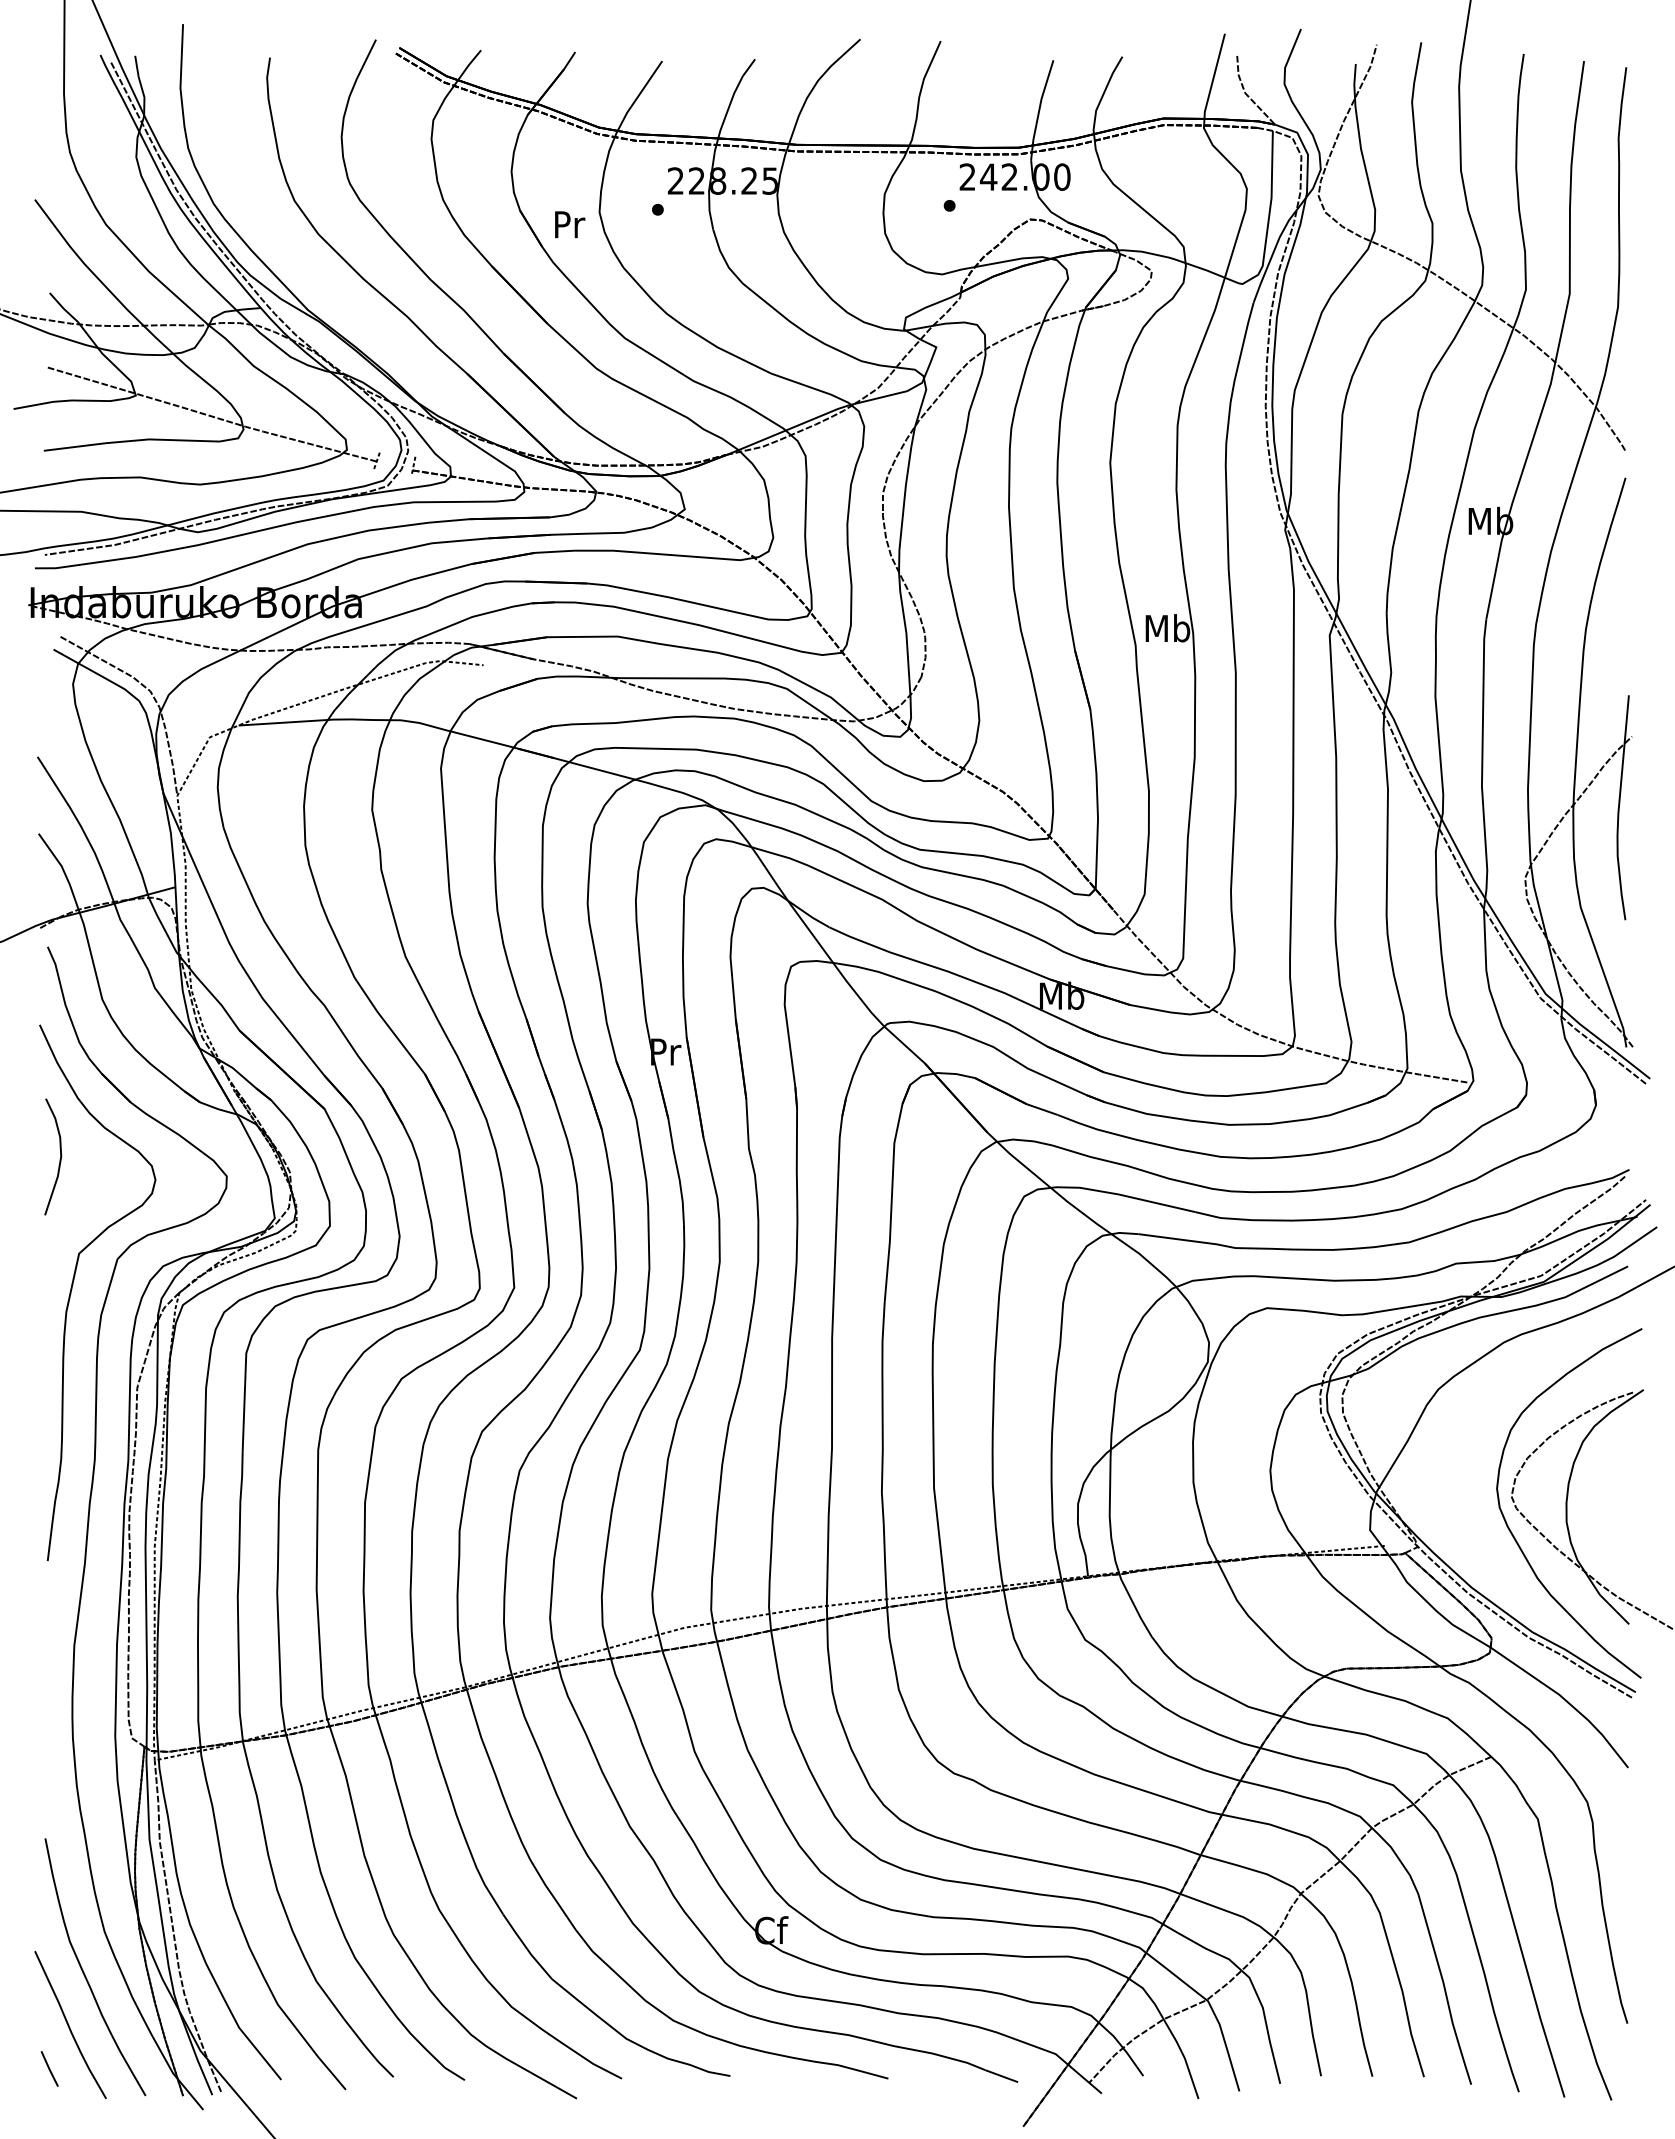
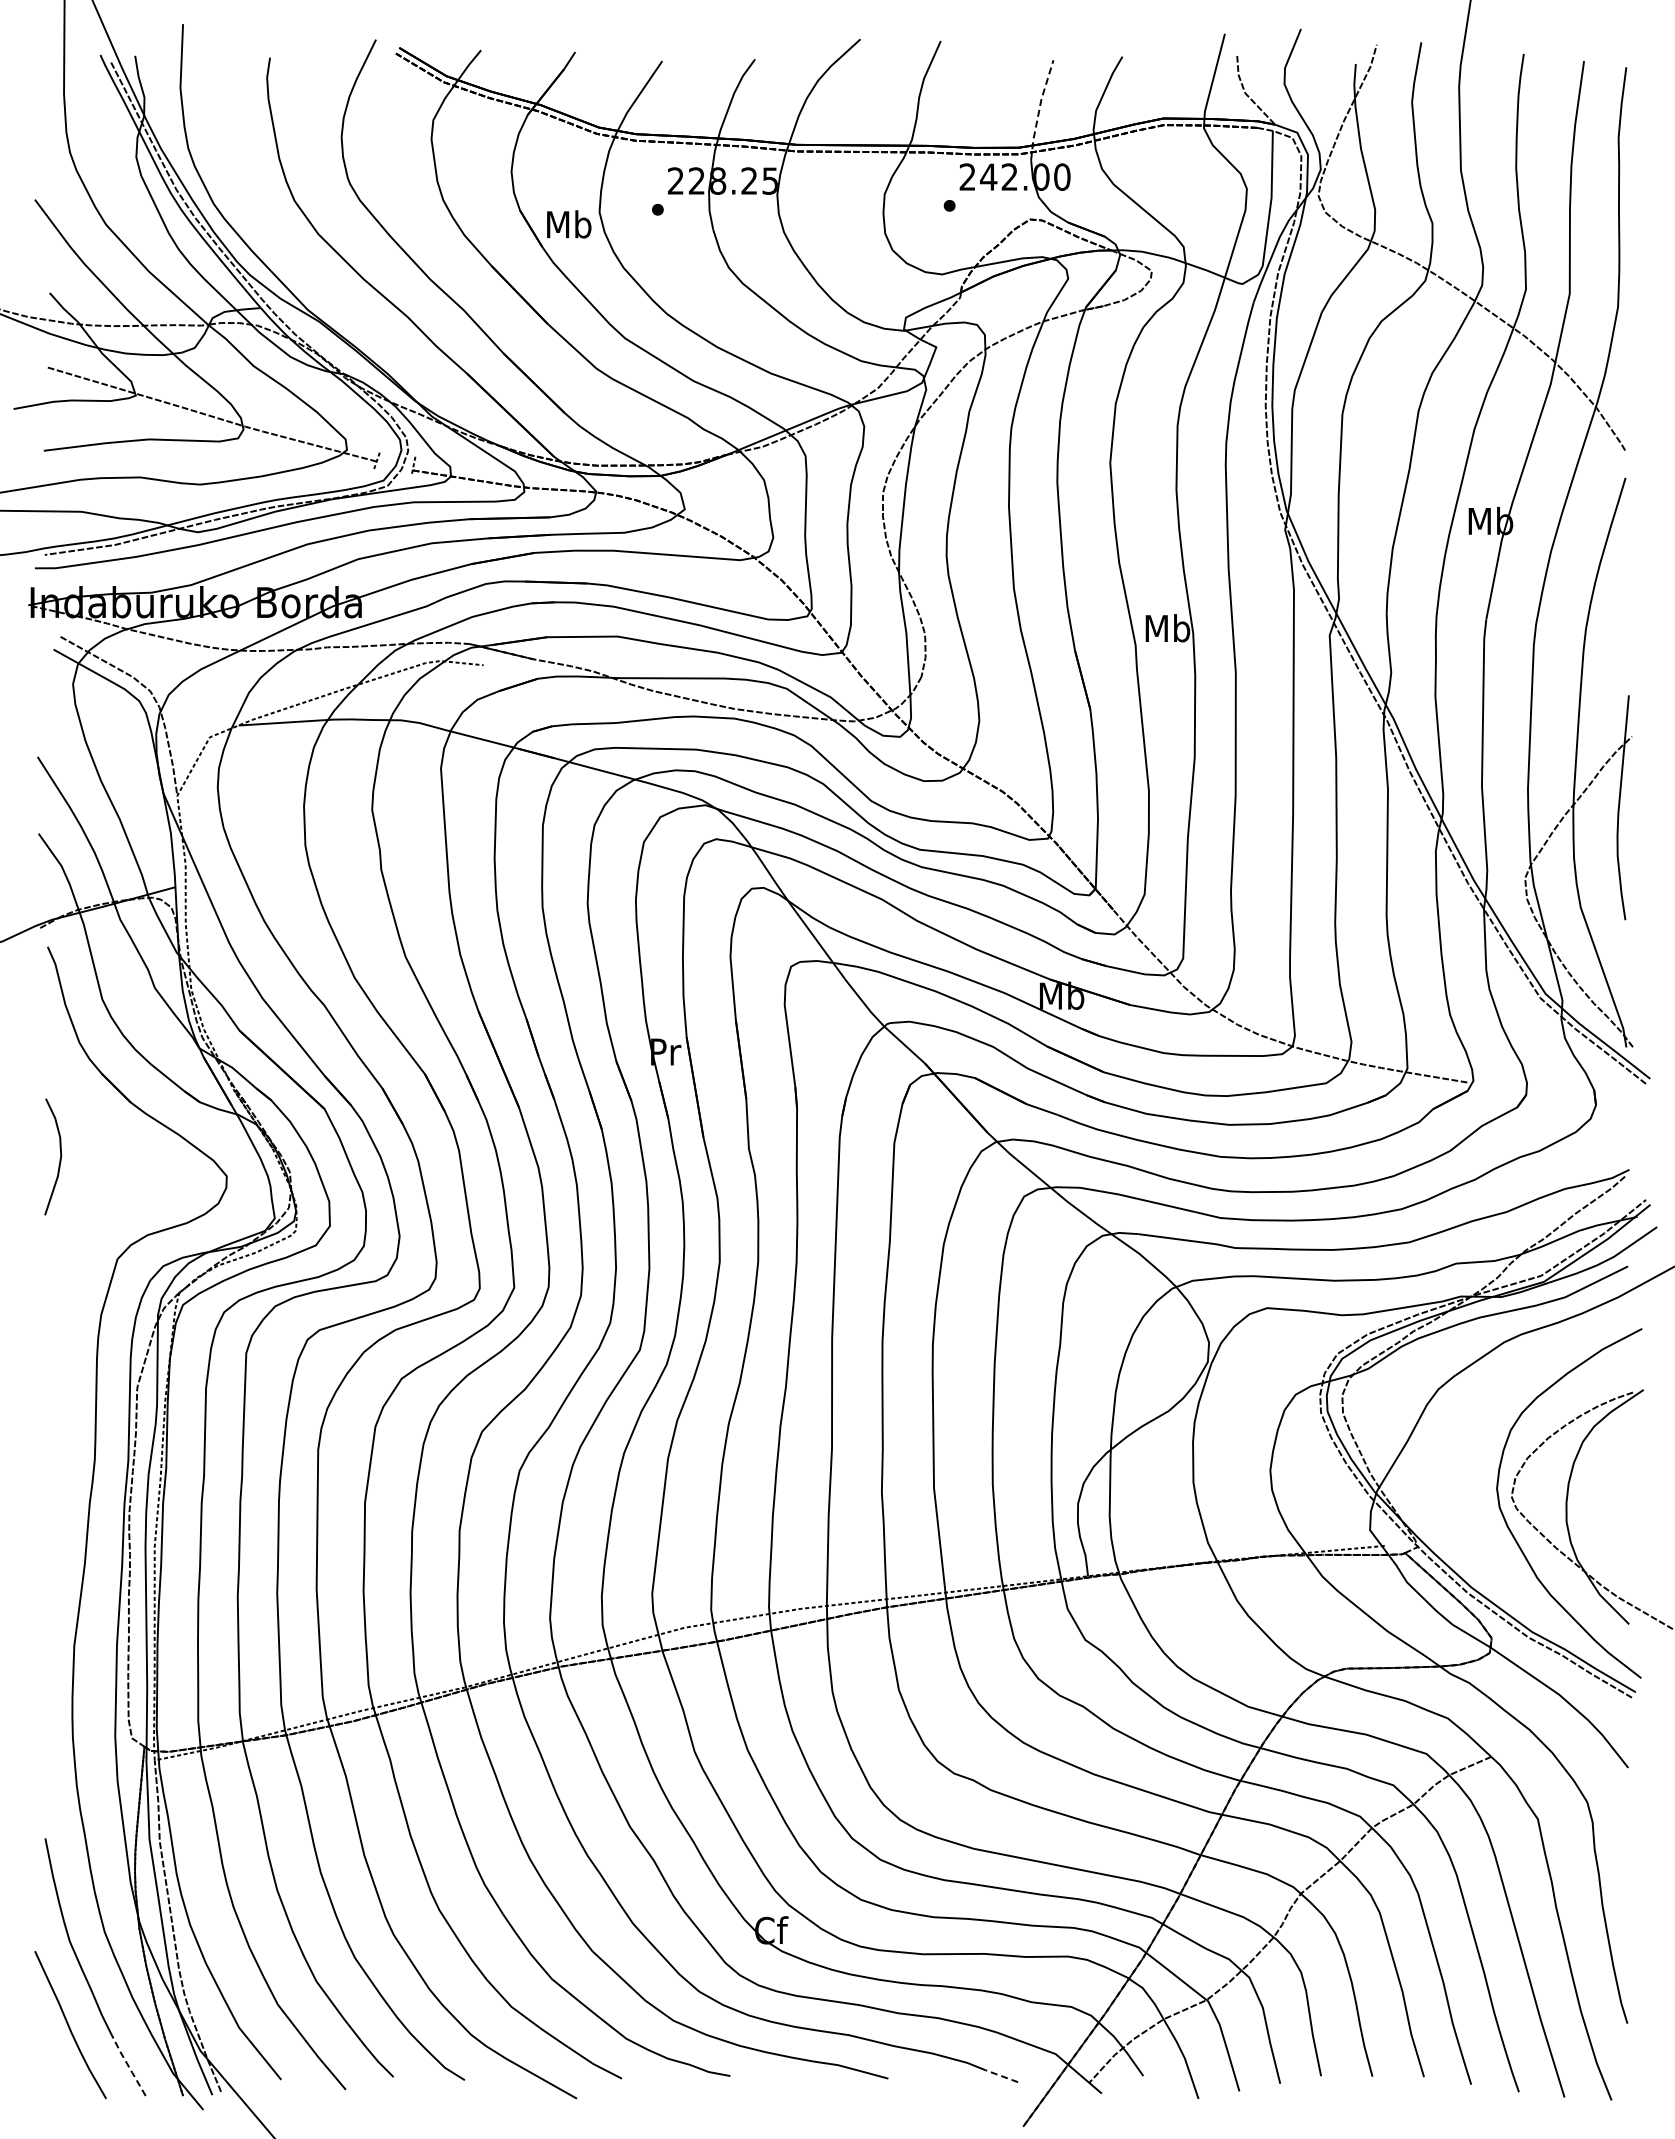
line at (1039, 109): solid -> dashed
text at (569, 224): Pr -> Mb
curve at (73, 1285): present -> none
line at (128, 2065): solid -> dashed
line at (49, 2068): present -> none
line at (1001, 2076): solid -> dashed
